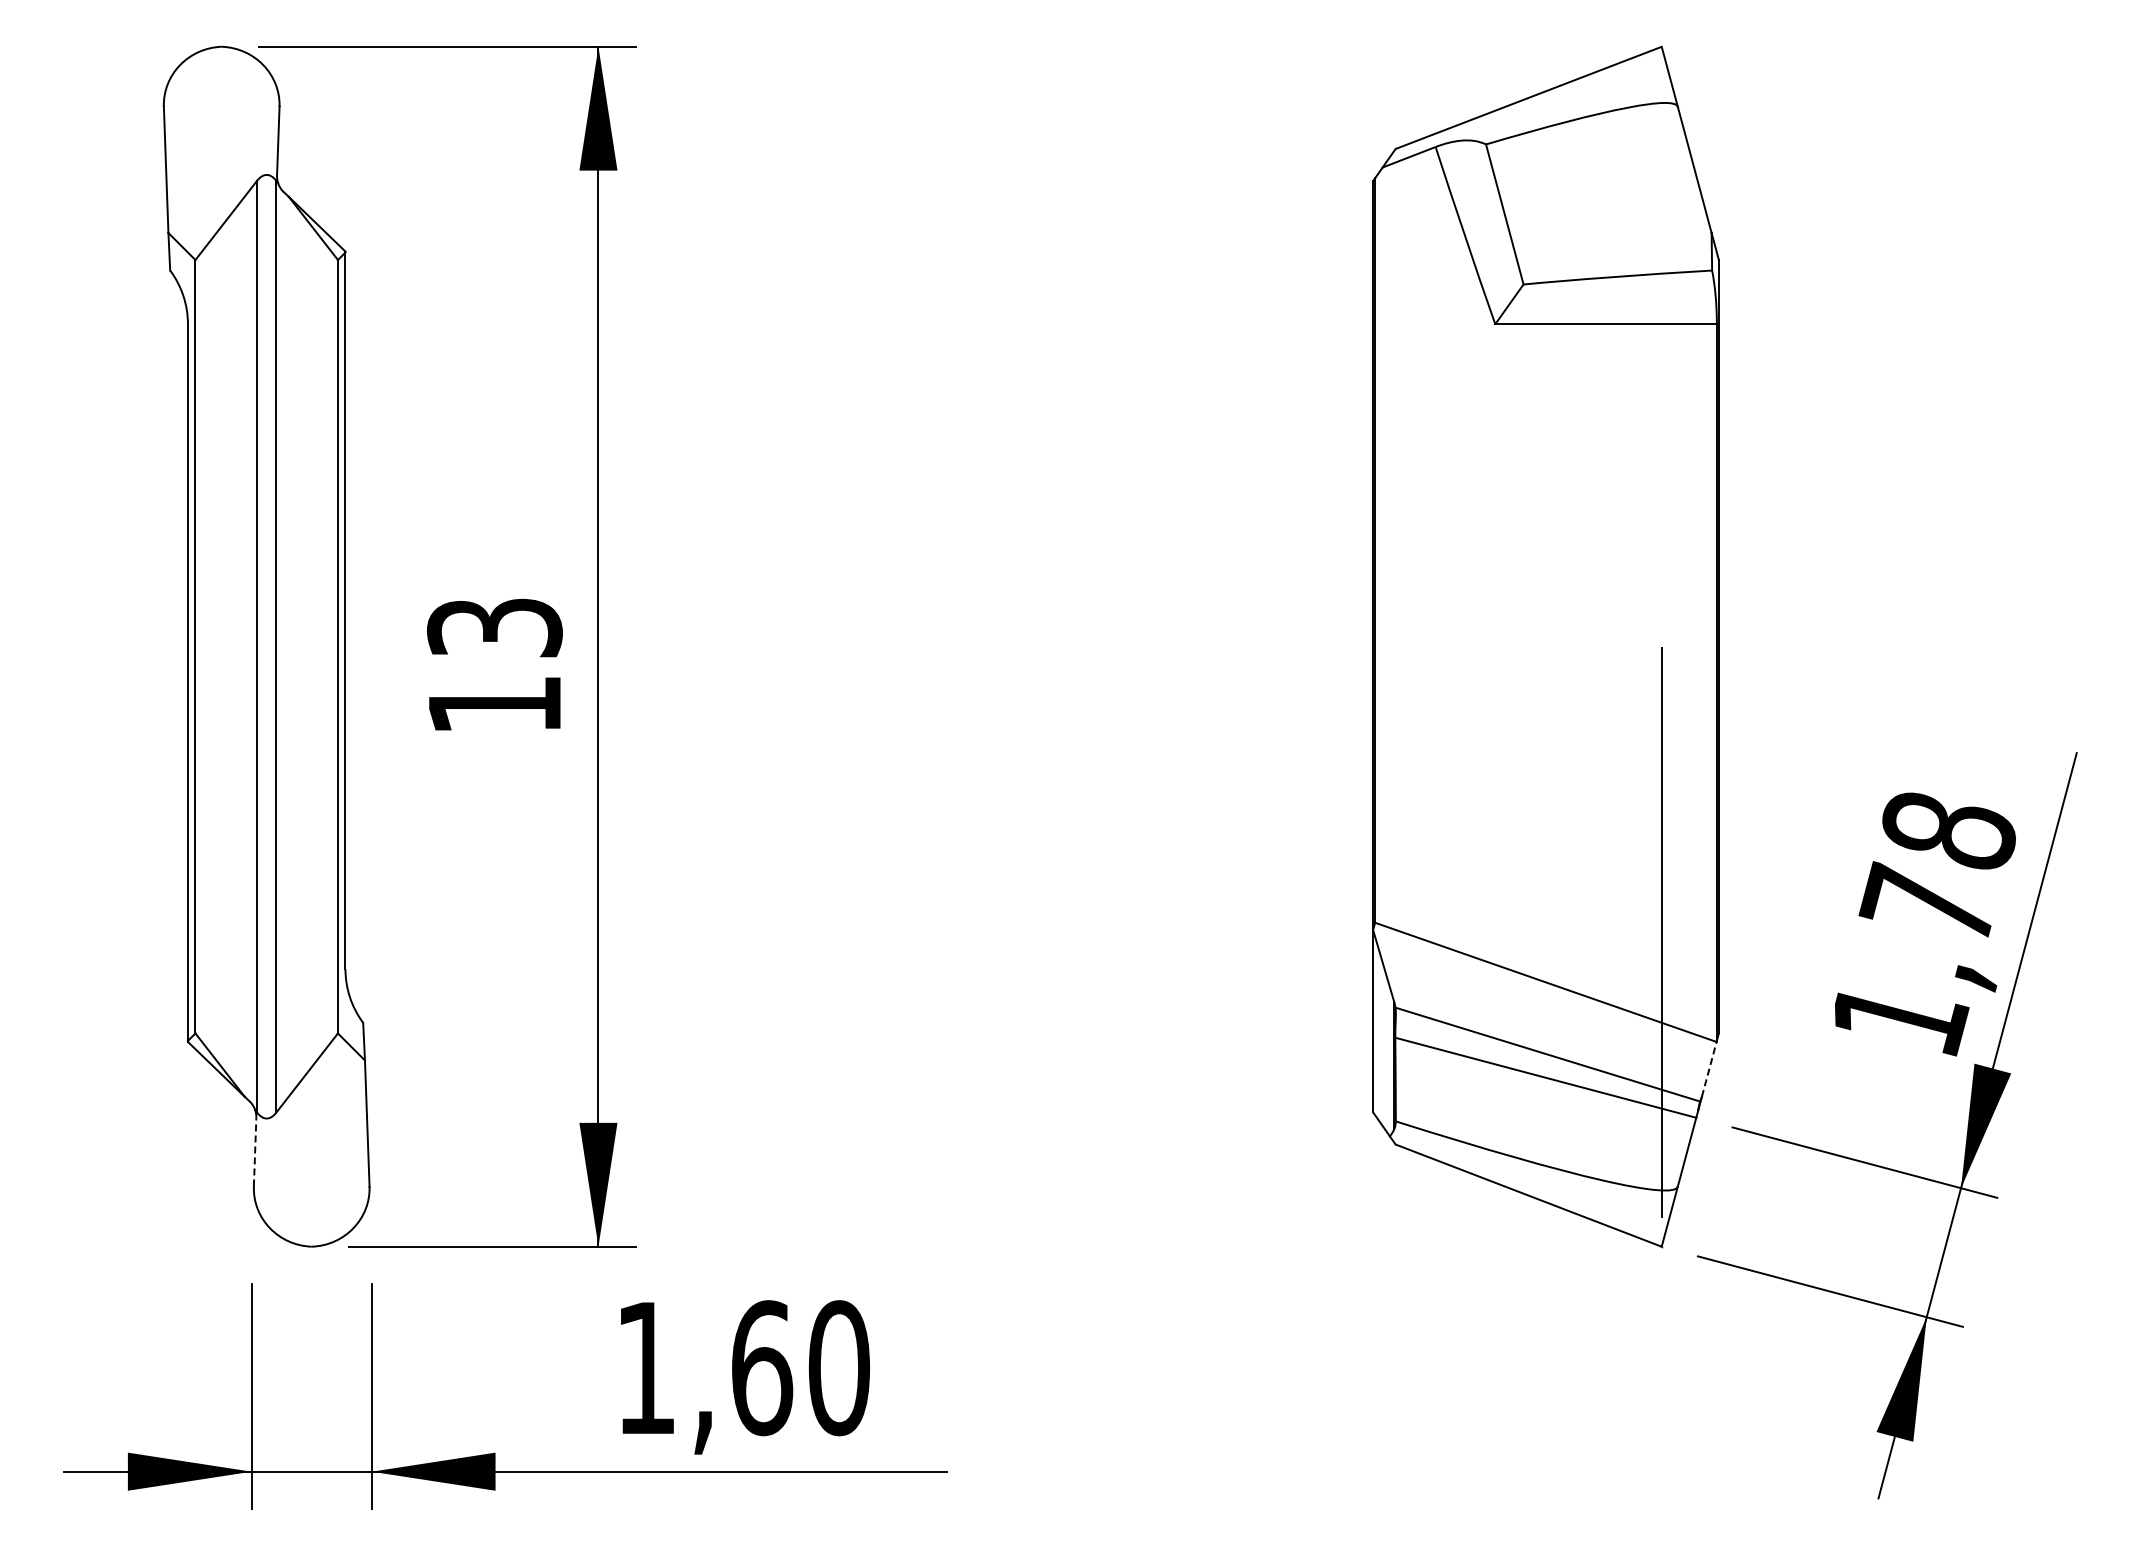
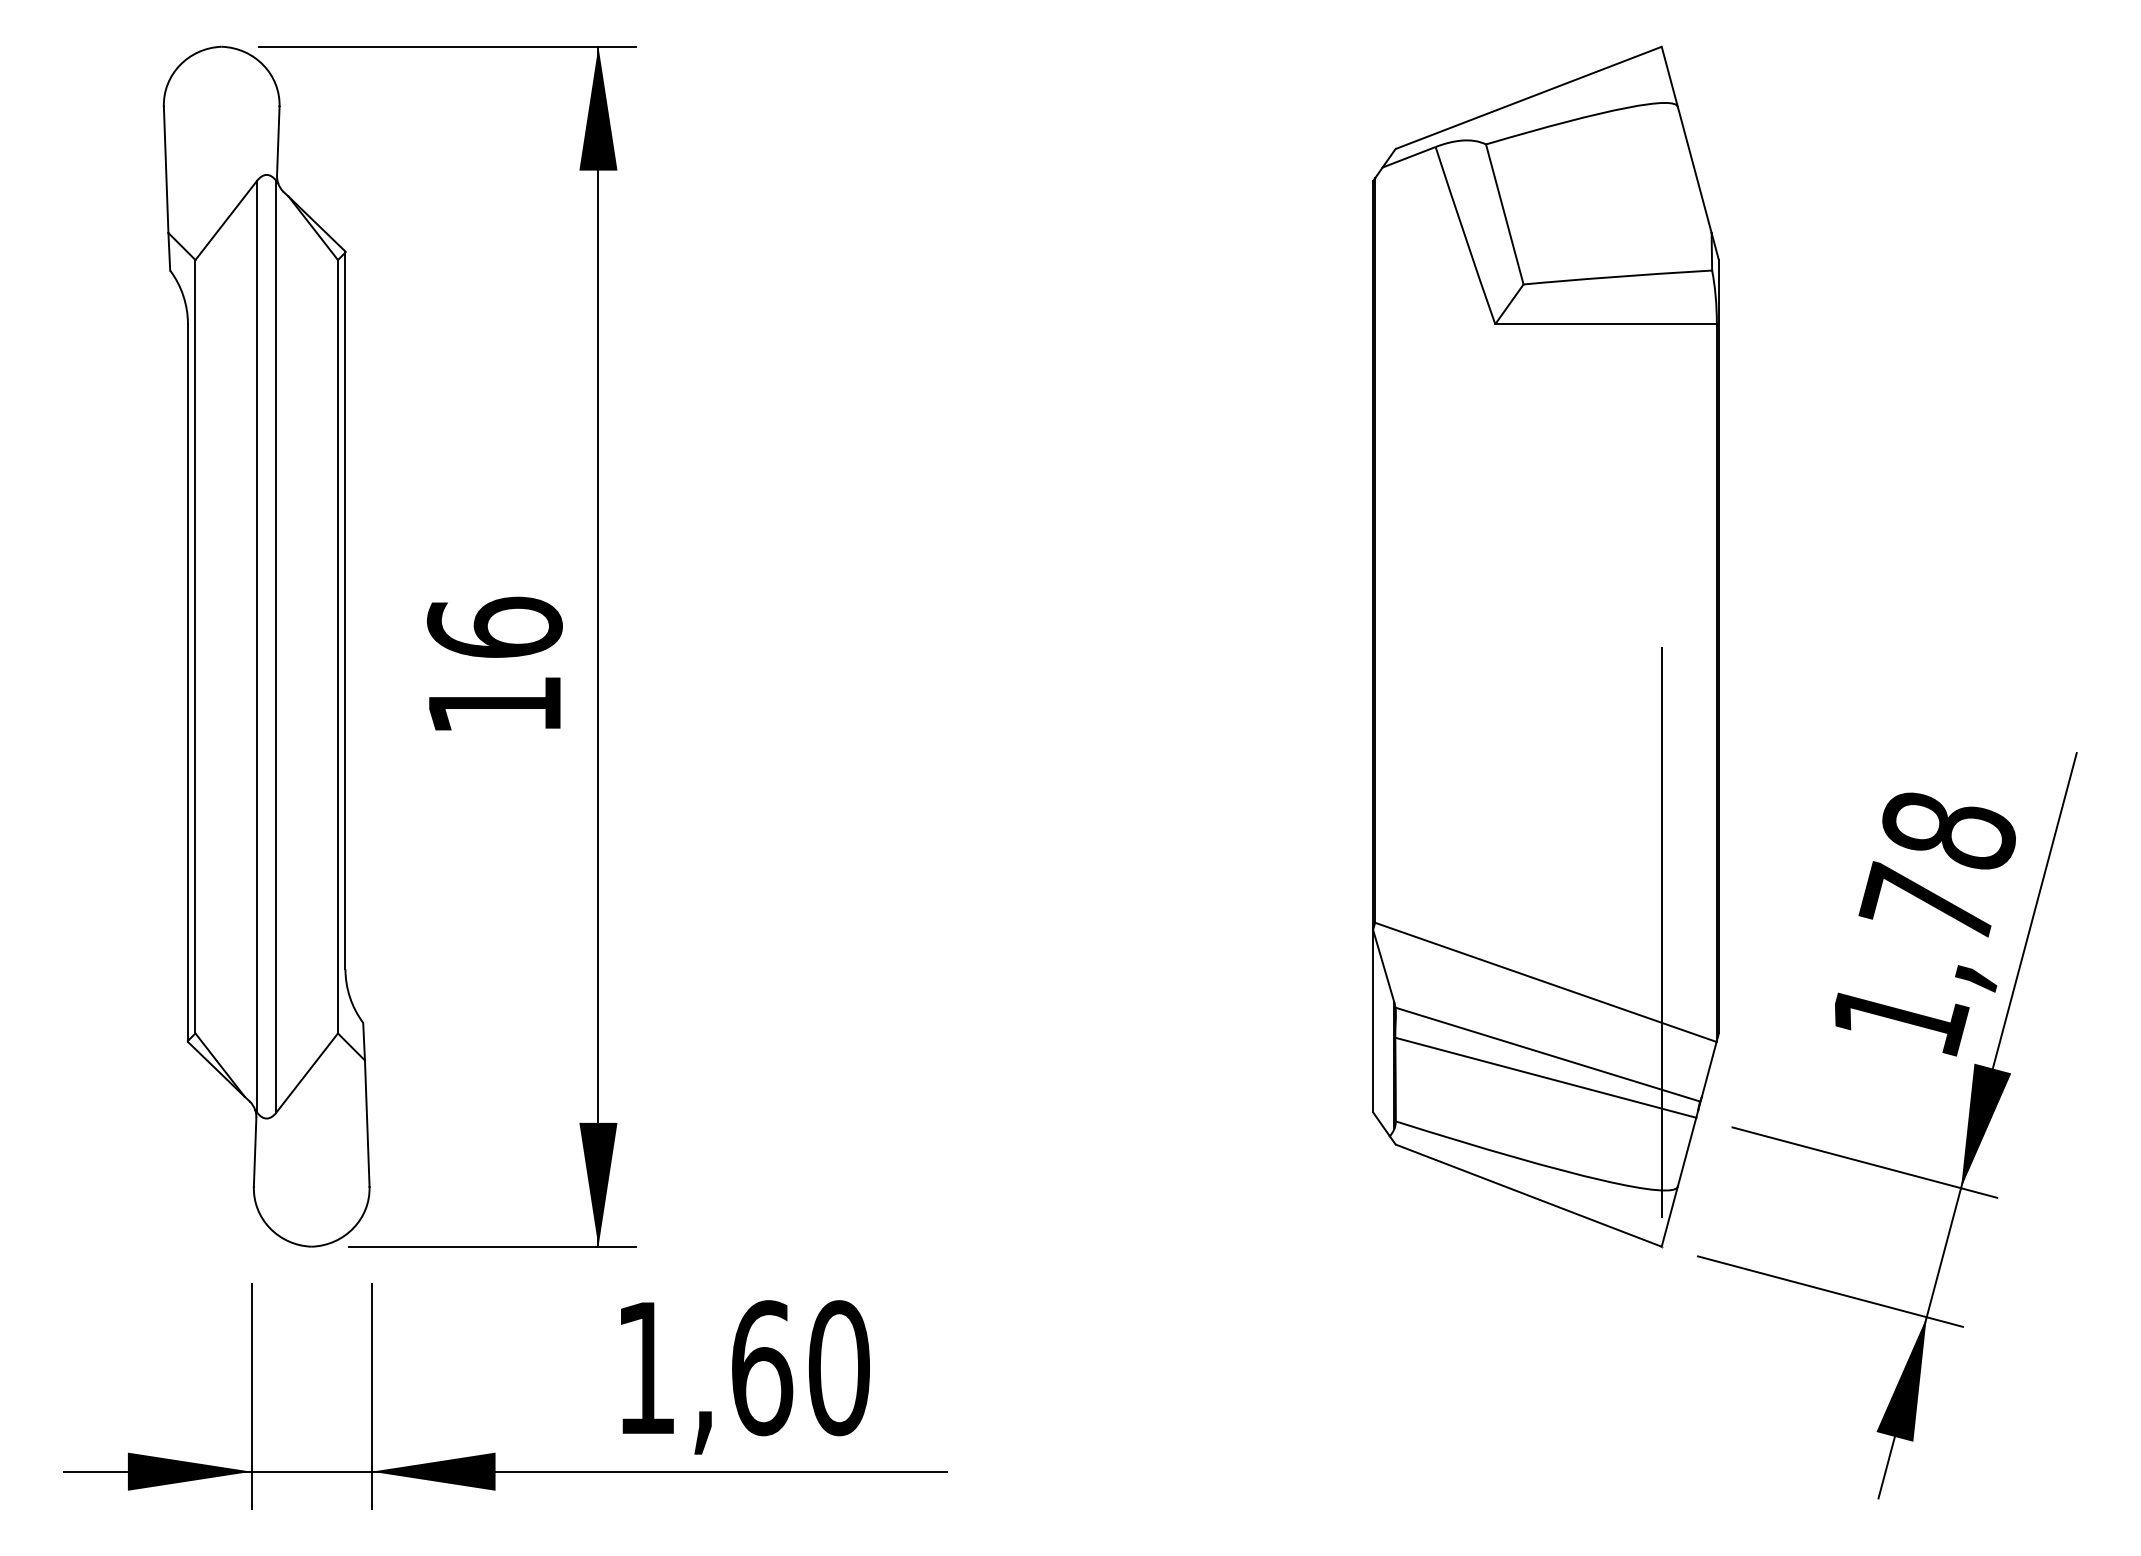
text at (494, 626): 13 -> 16
line at (1709, 1068): dashed -> solid
line at (255, 1151): dashed -> solid
